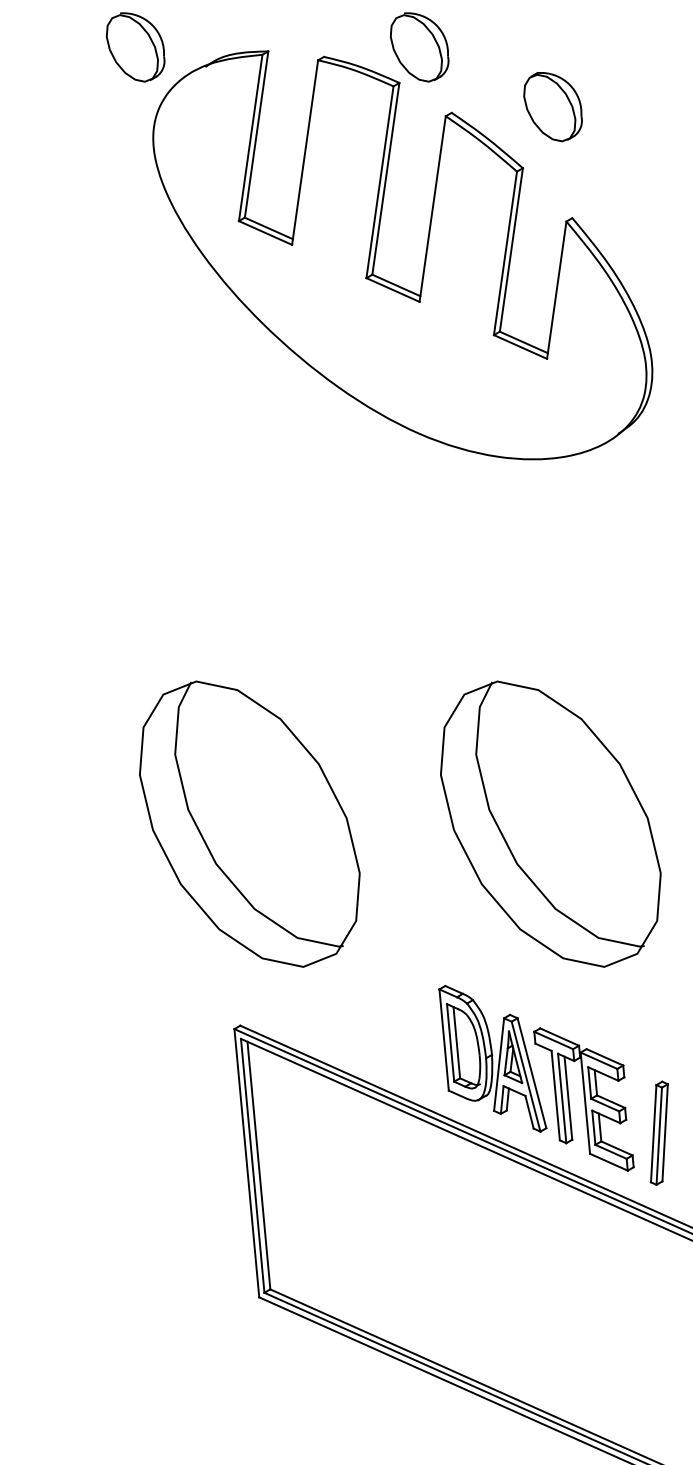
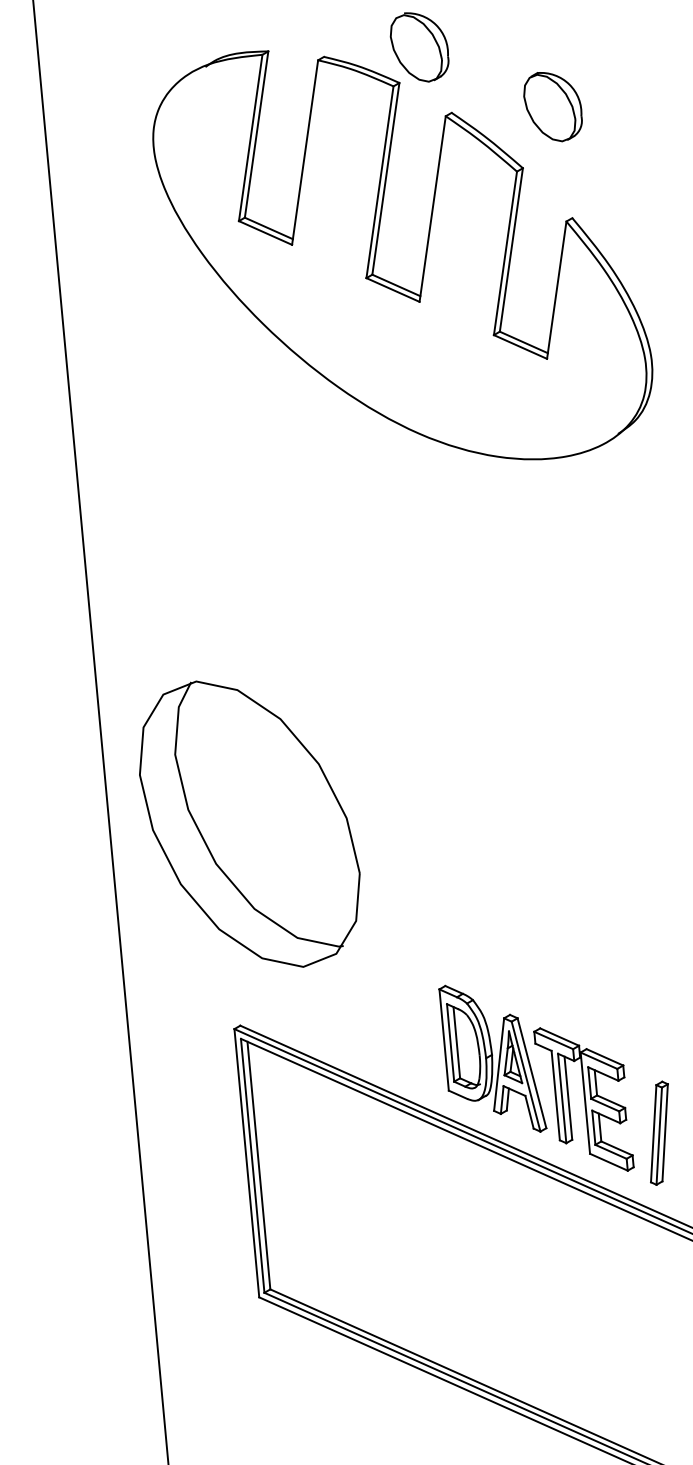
part at (135, 47): present -> none
line at (100, 731): none -> present
part at (550, 823): present -> none
